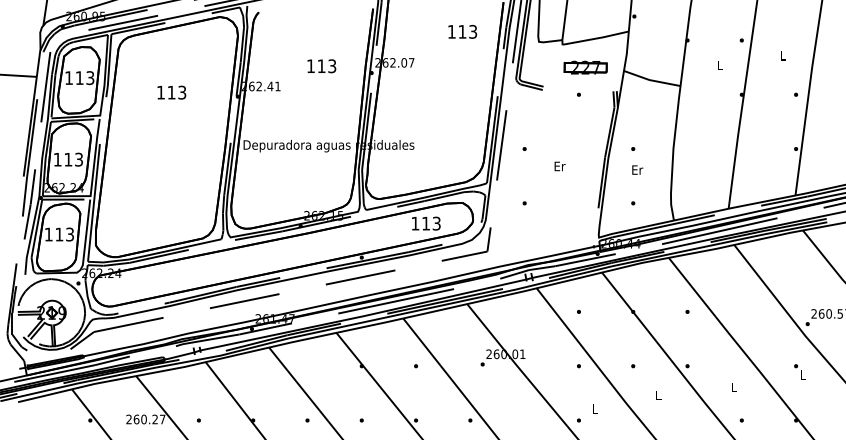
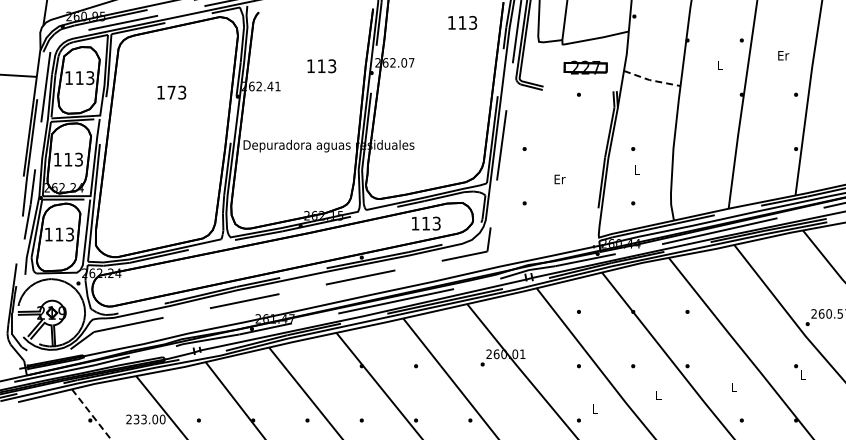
text at (462, 31) position: (462, 31) -> (462, 22)
text at (783, 55): L -> Er
line at (651, 80): solid -> dashed
text at (171, 92): 113 -> 173
text at (559, 166) position: (559, 166) -> (559, 179)
text at (637, 169): Er -> L
line at (91, 414): solid -> dashed
text at (149, 419): 260.27 -> 233.00
